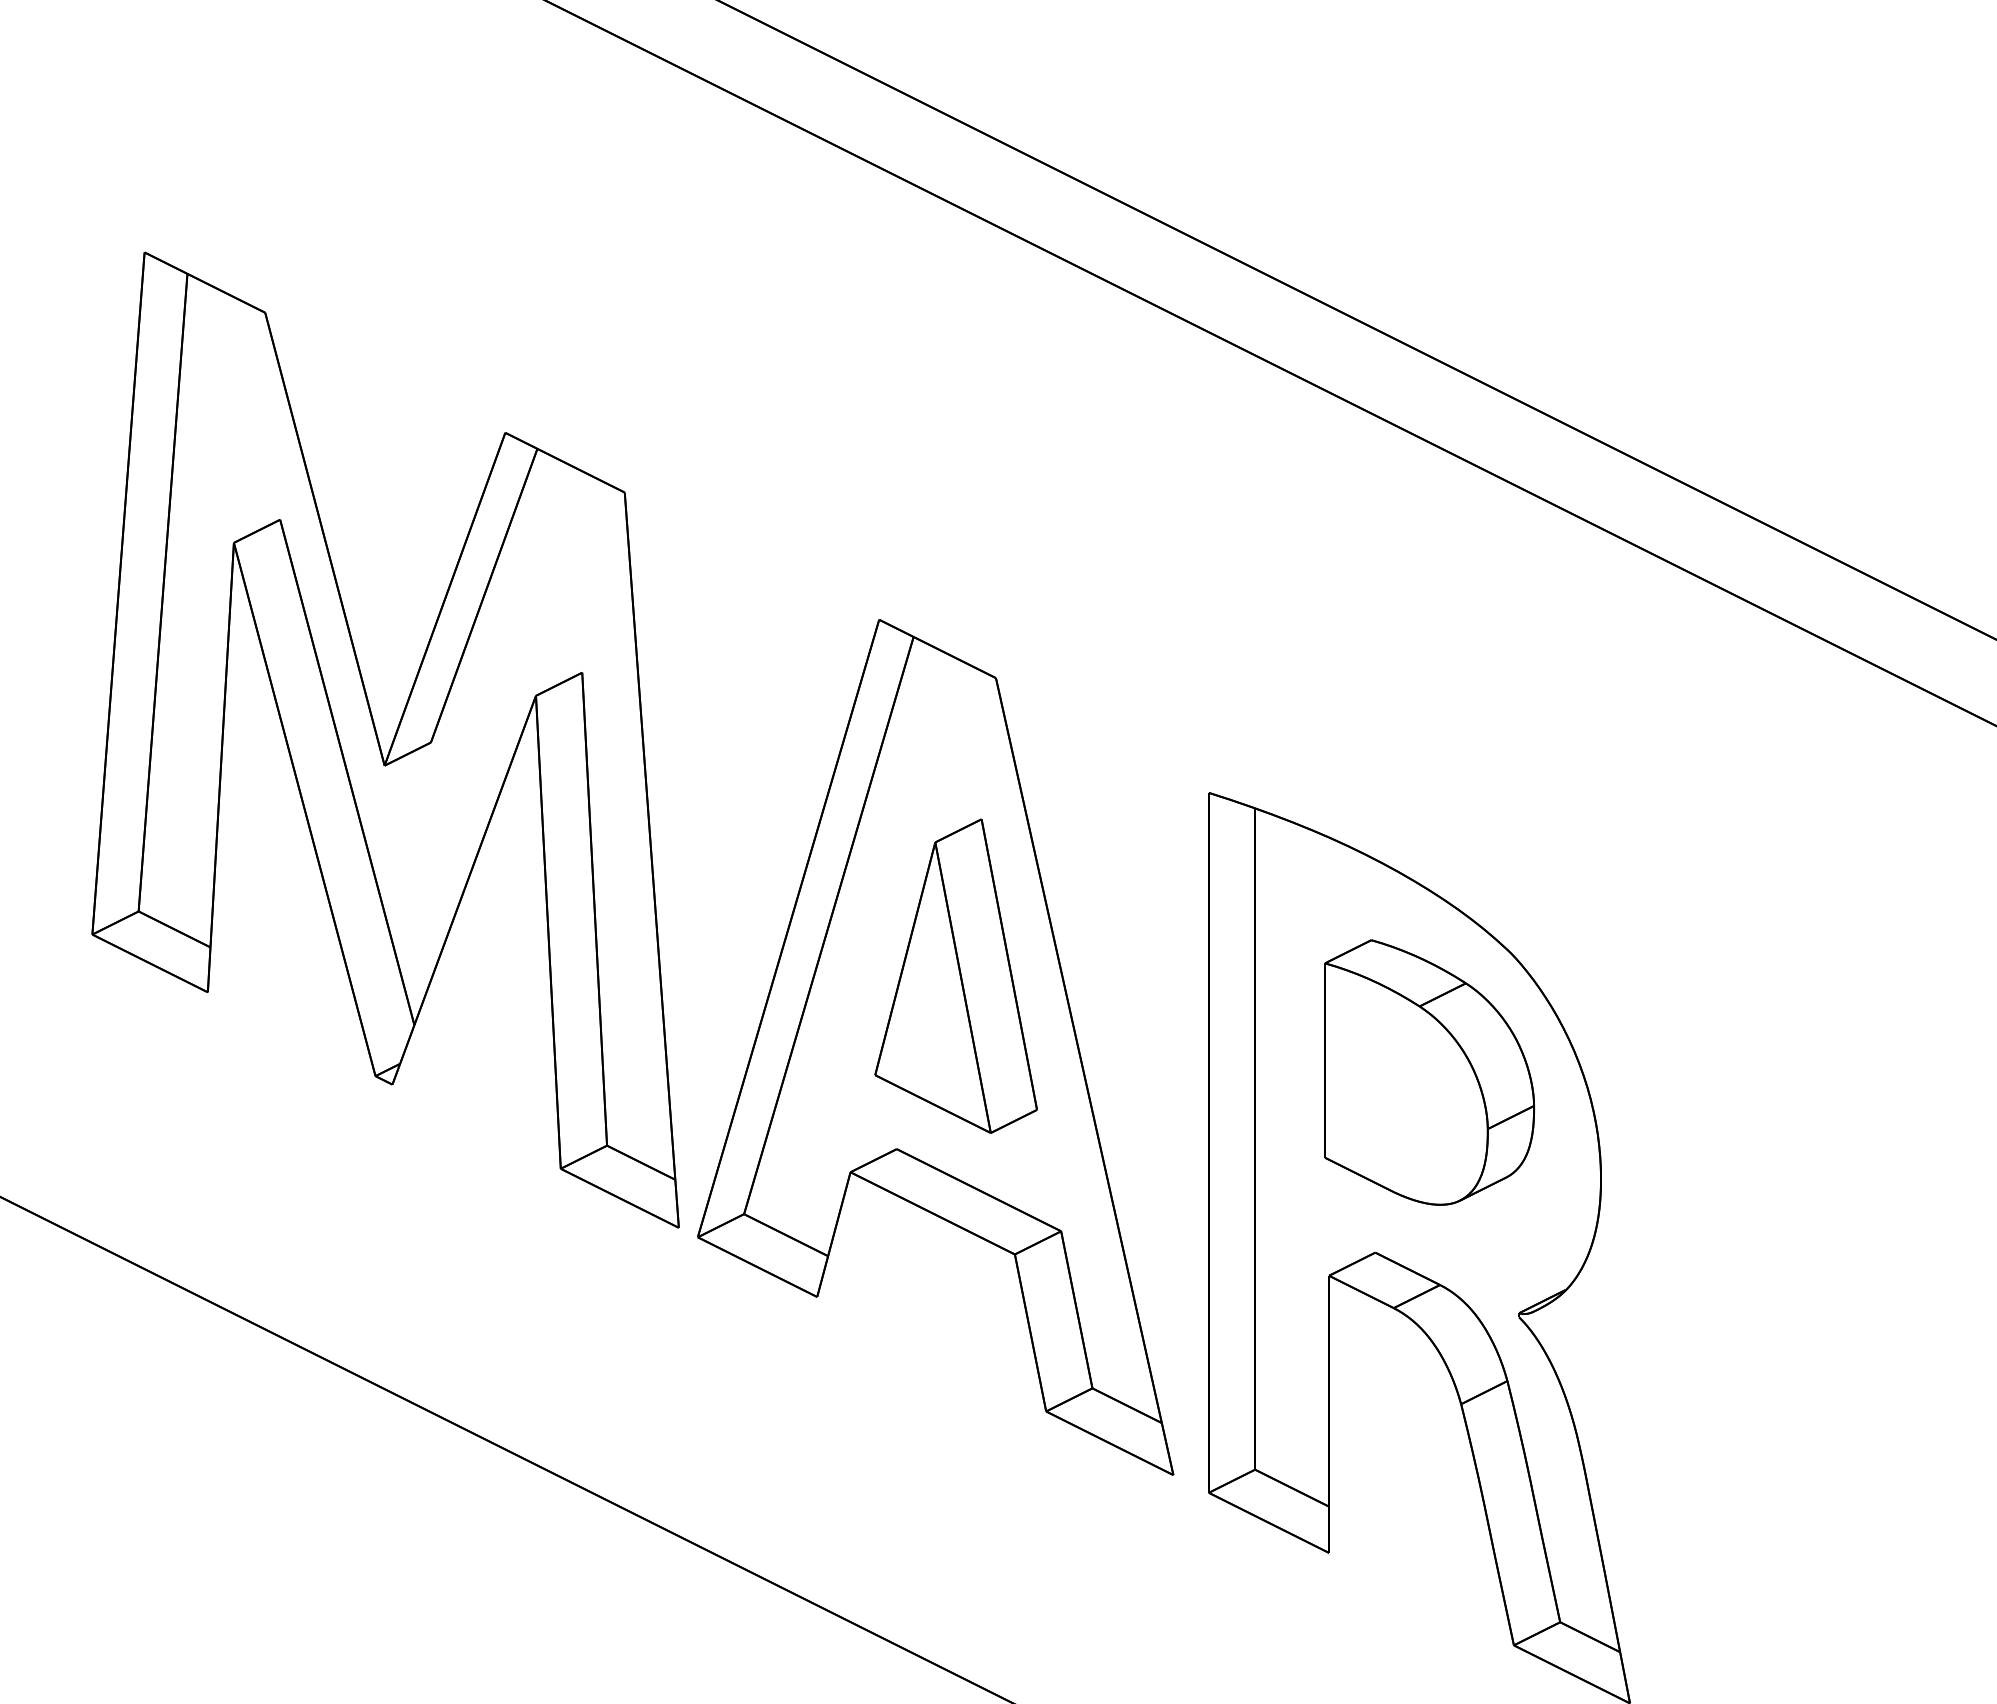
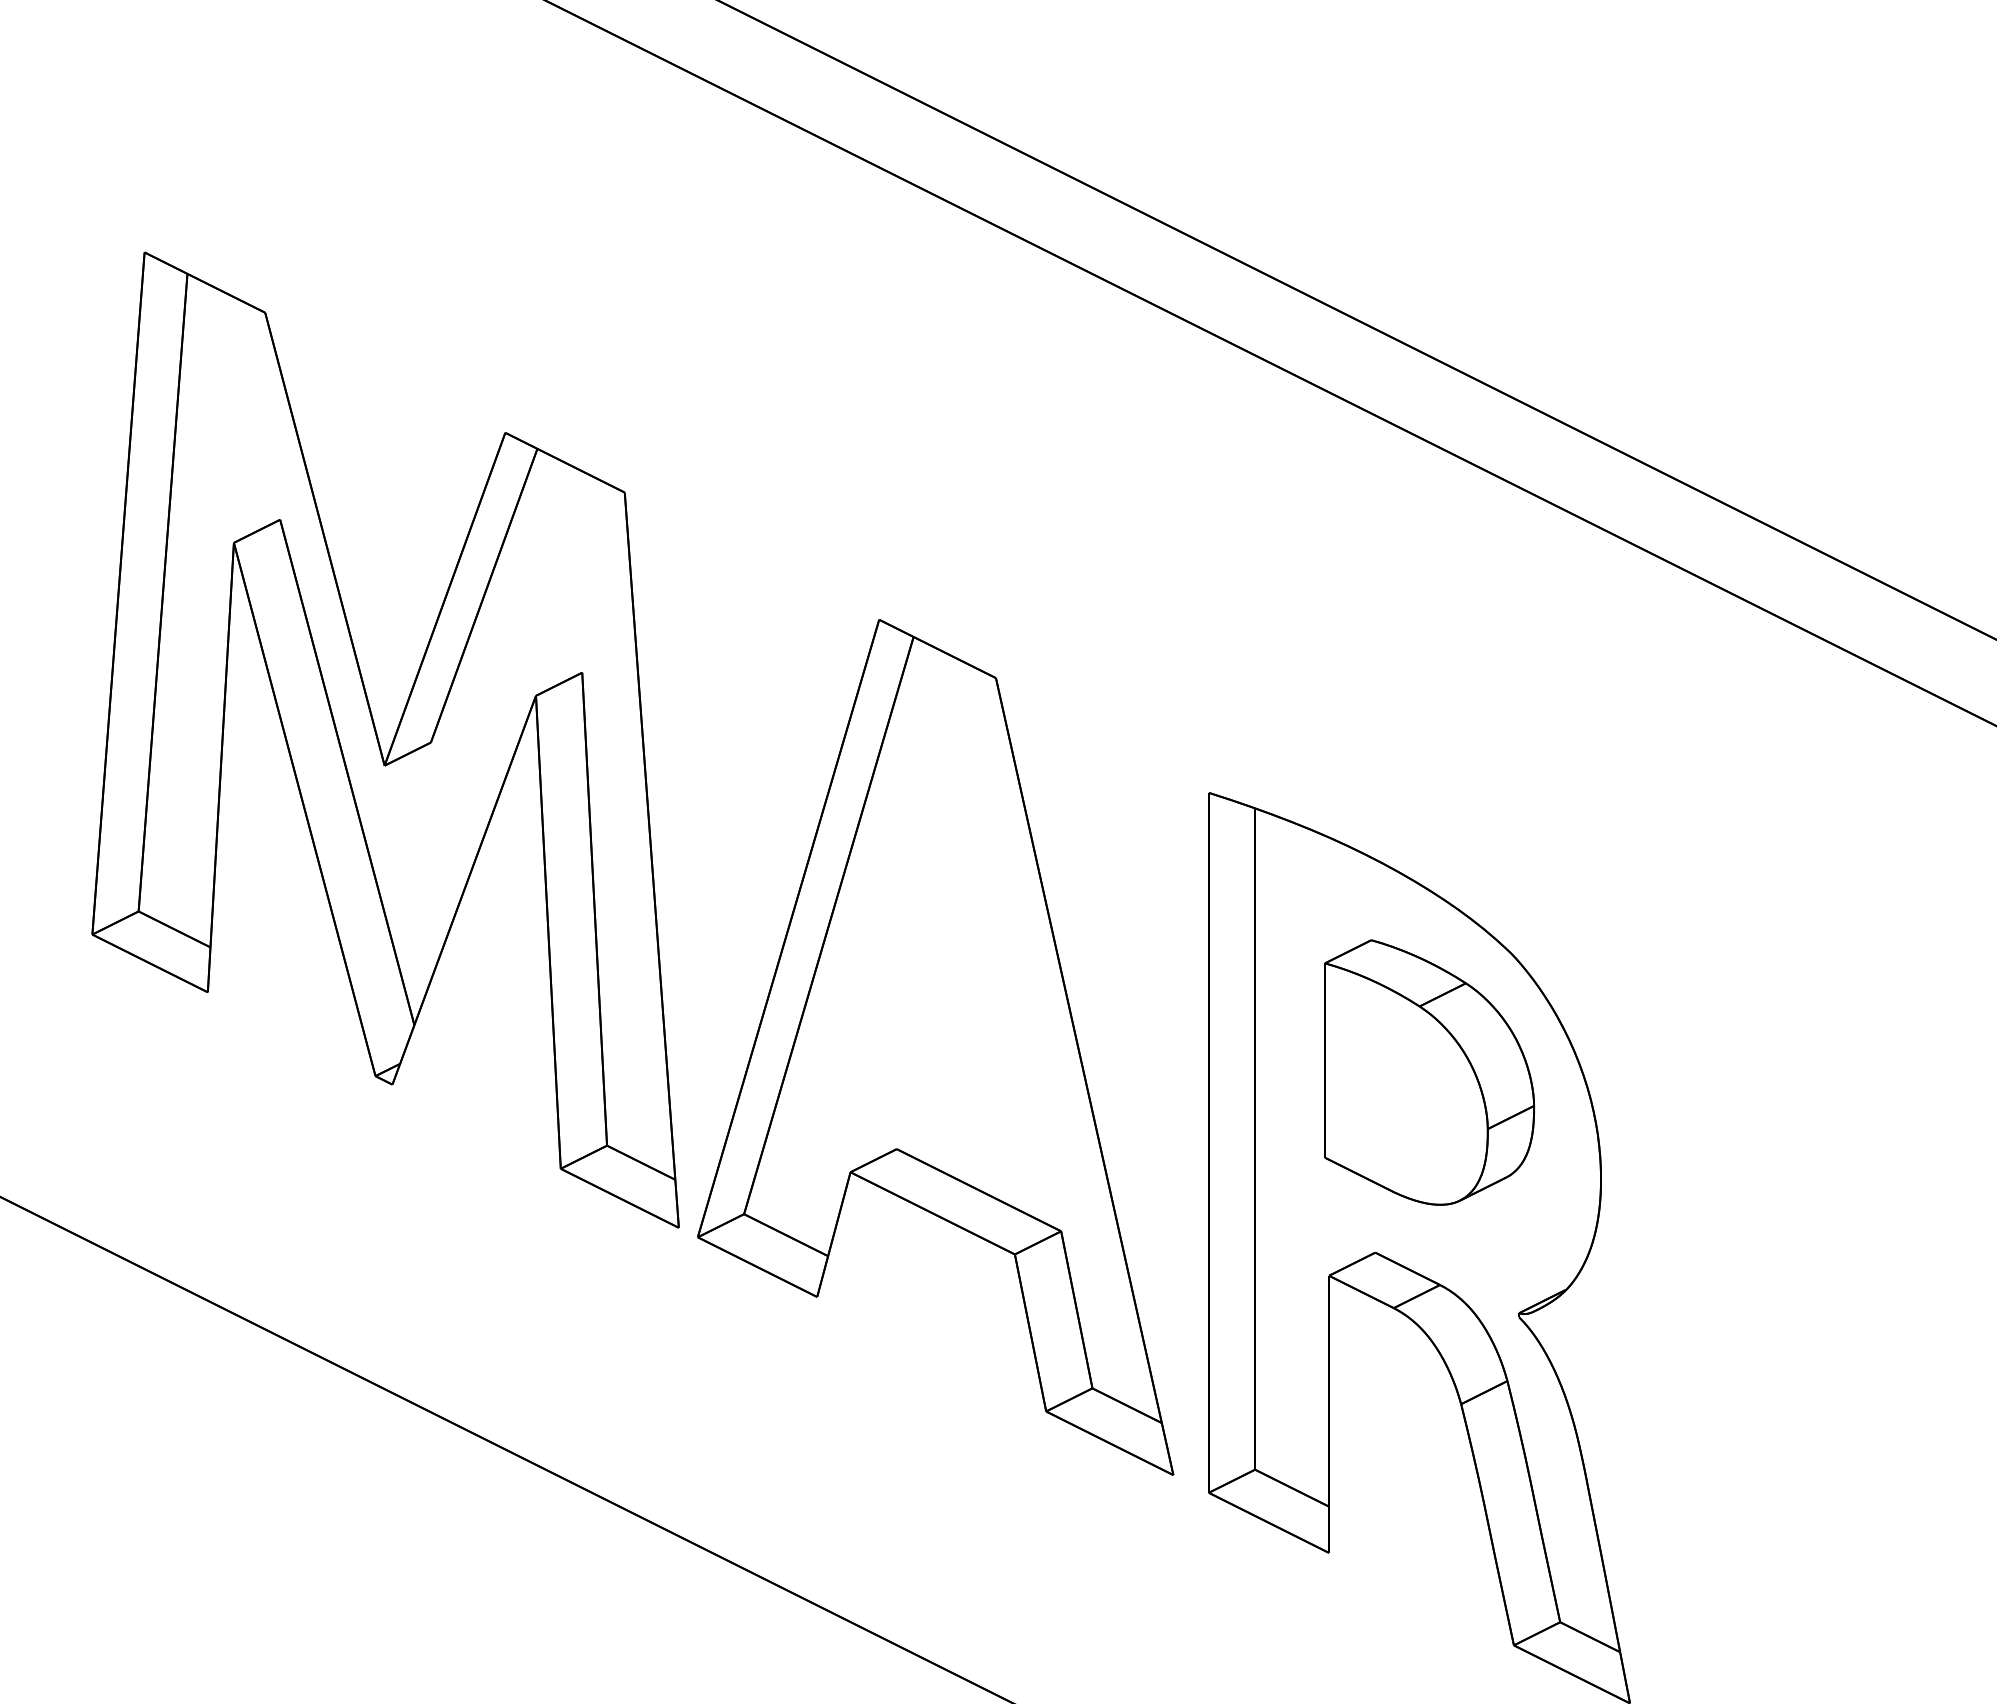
part at (955, 975): present -> none
